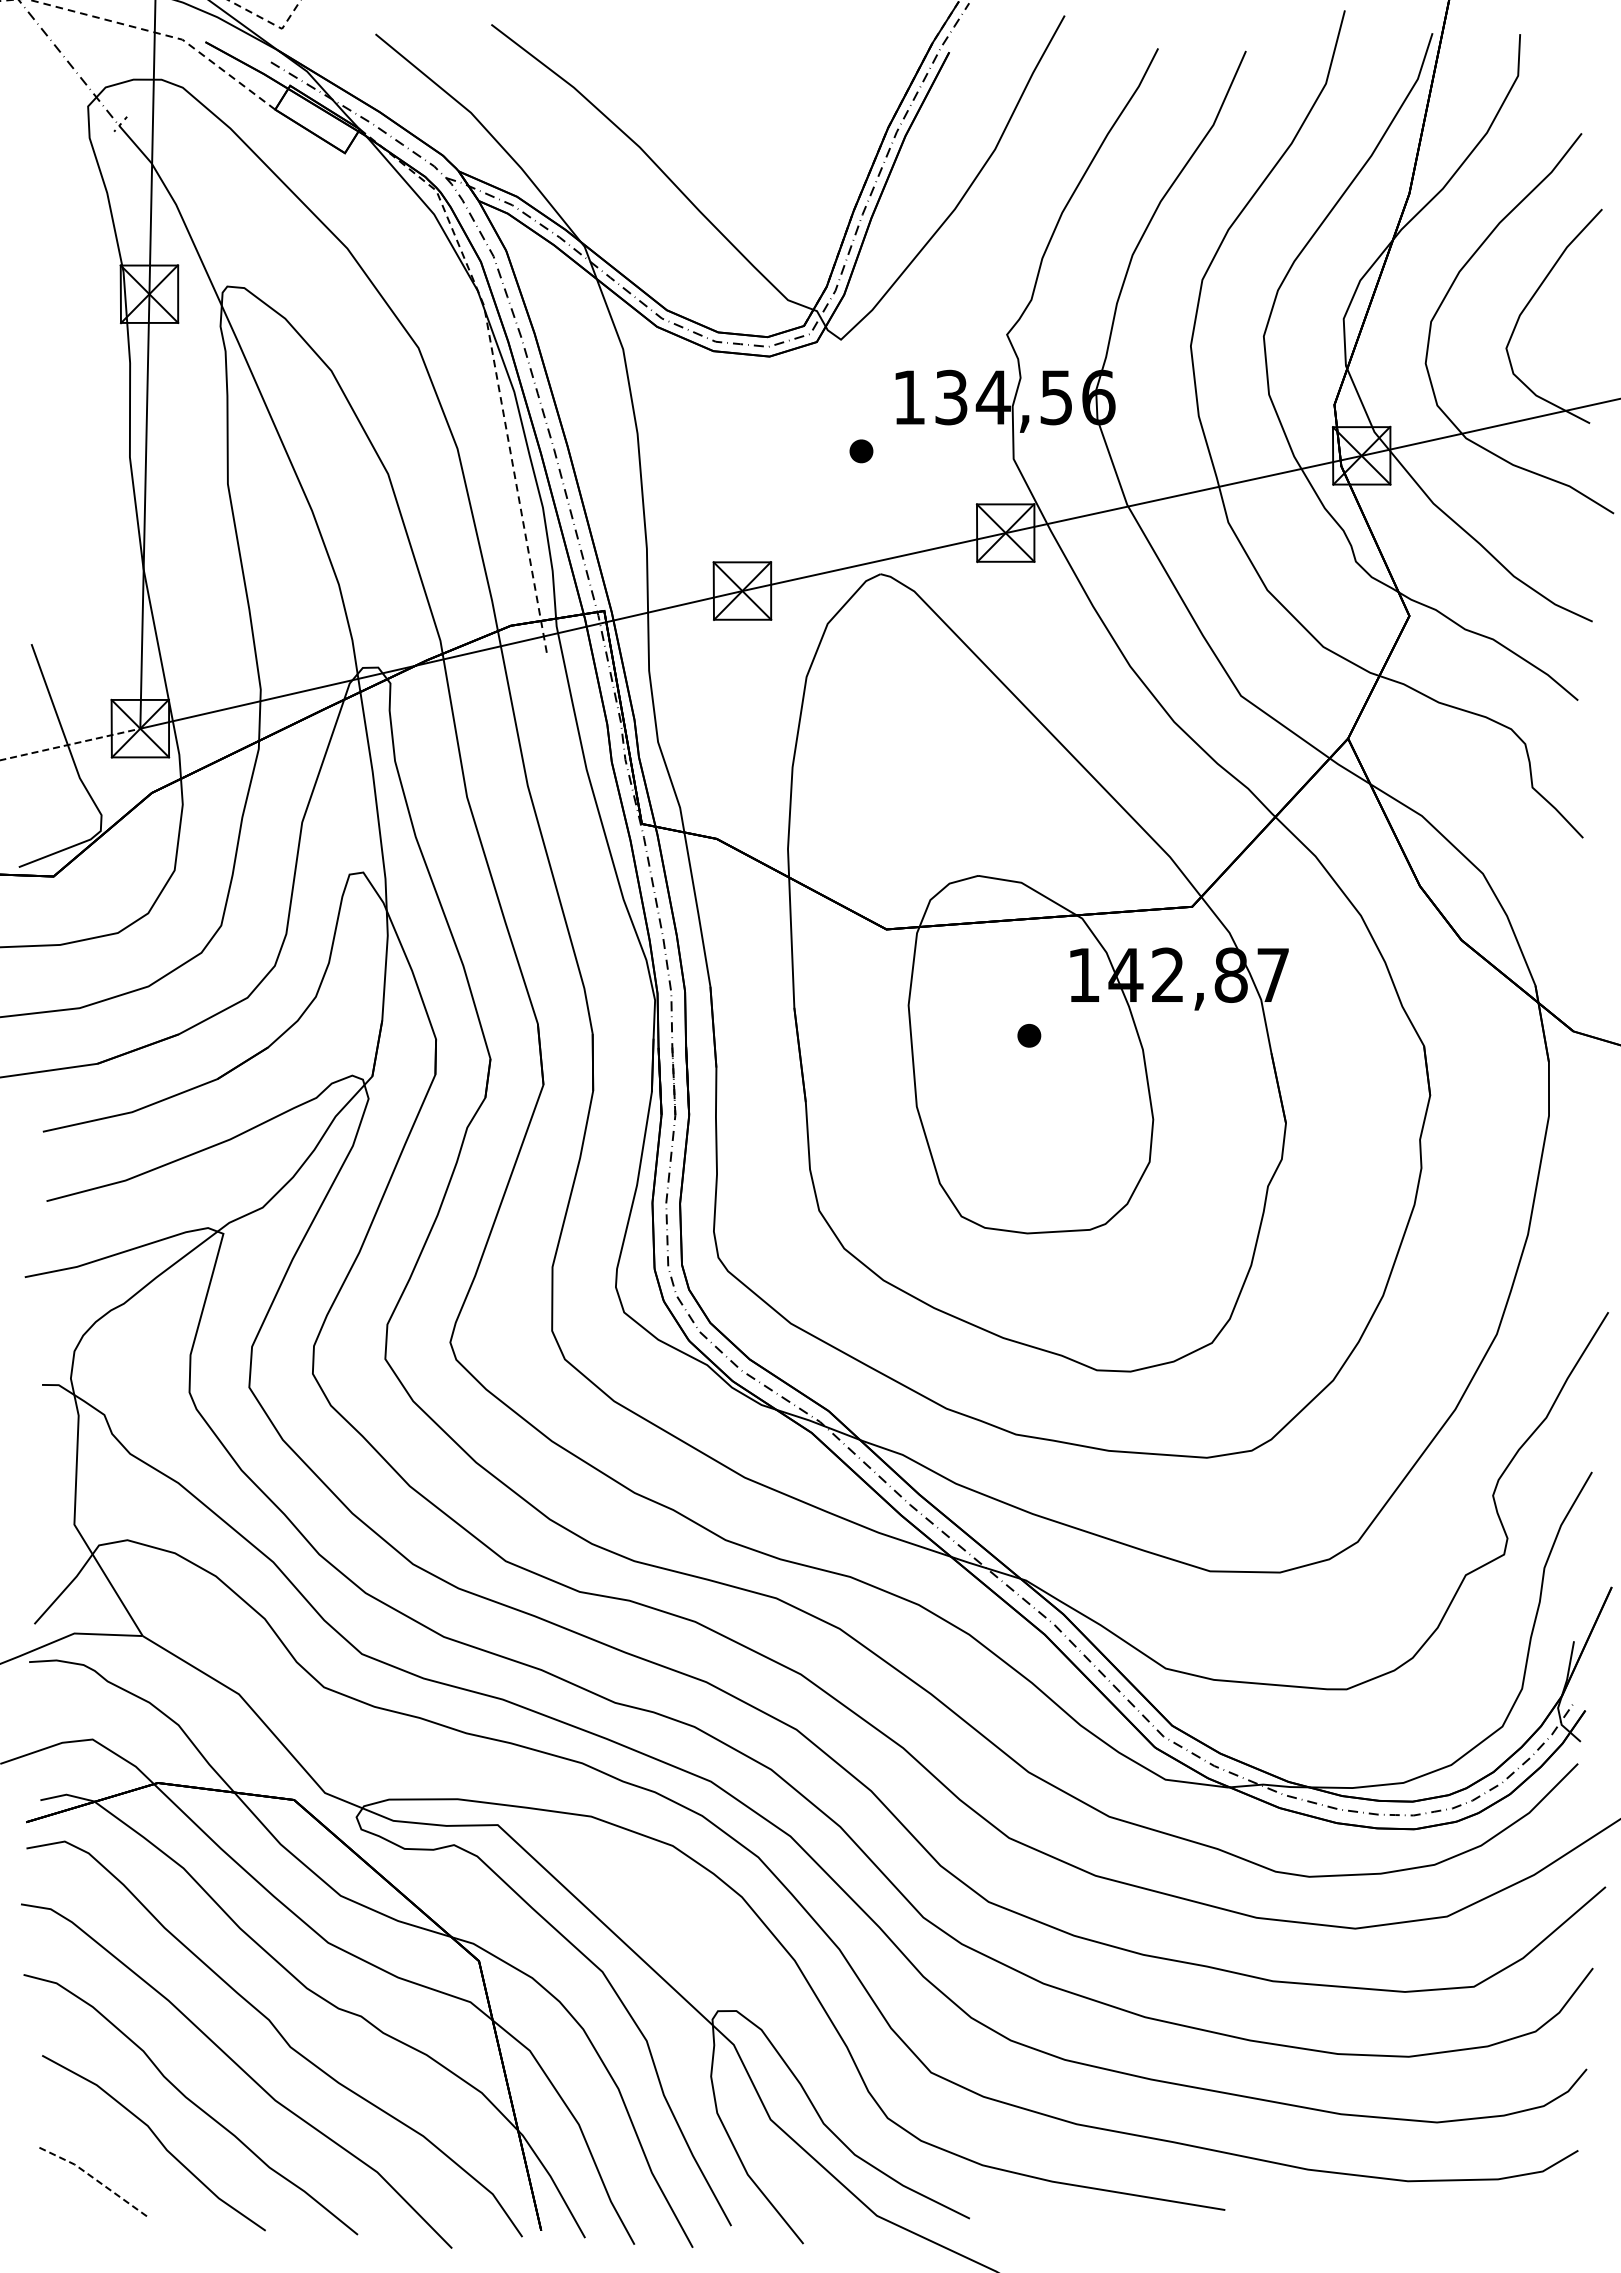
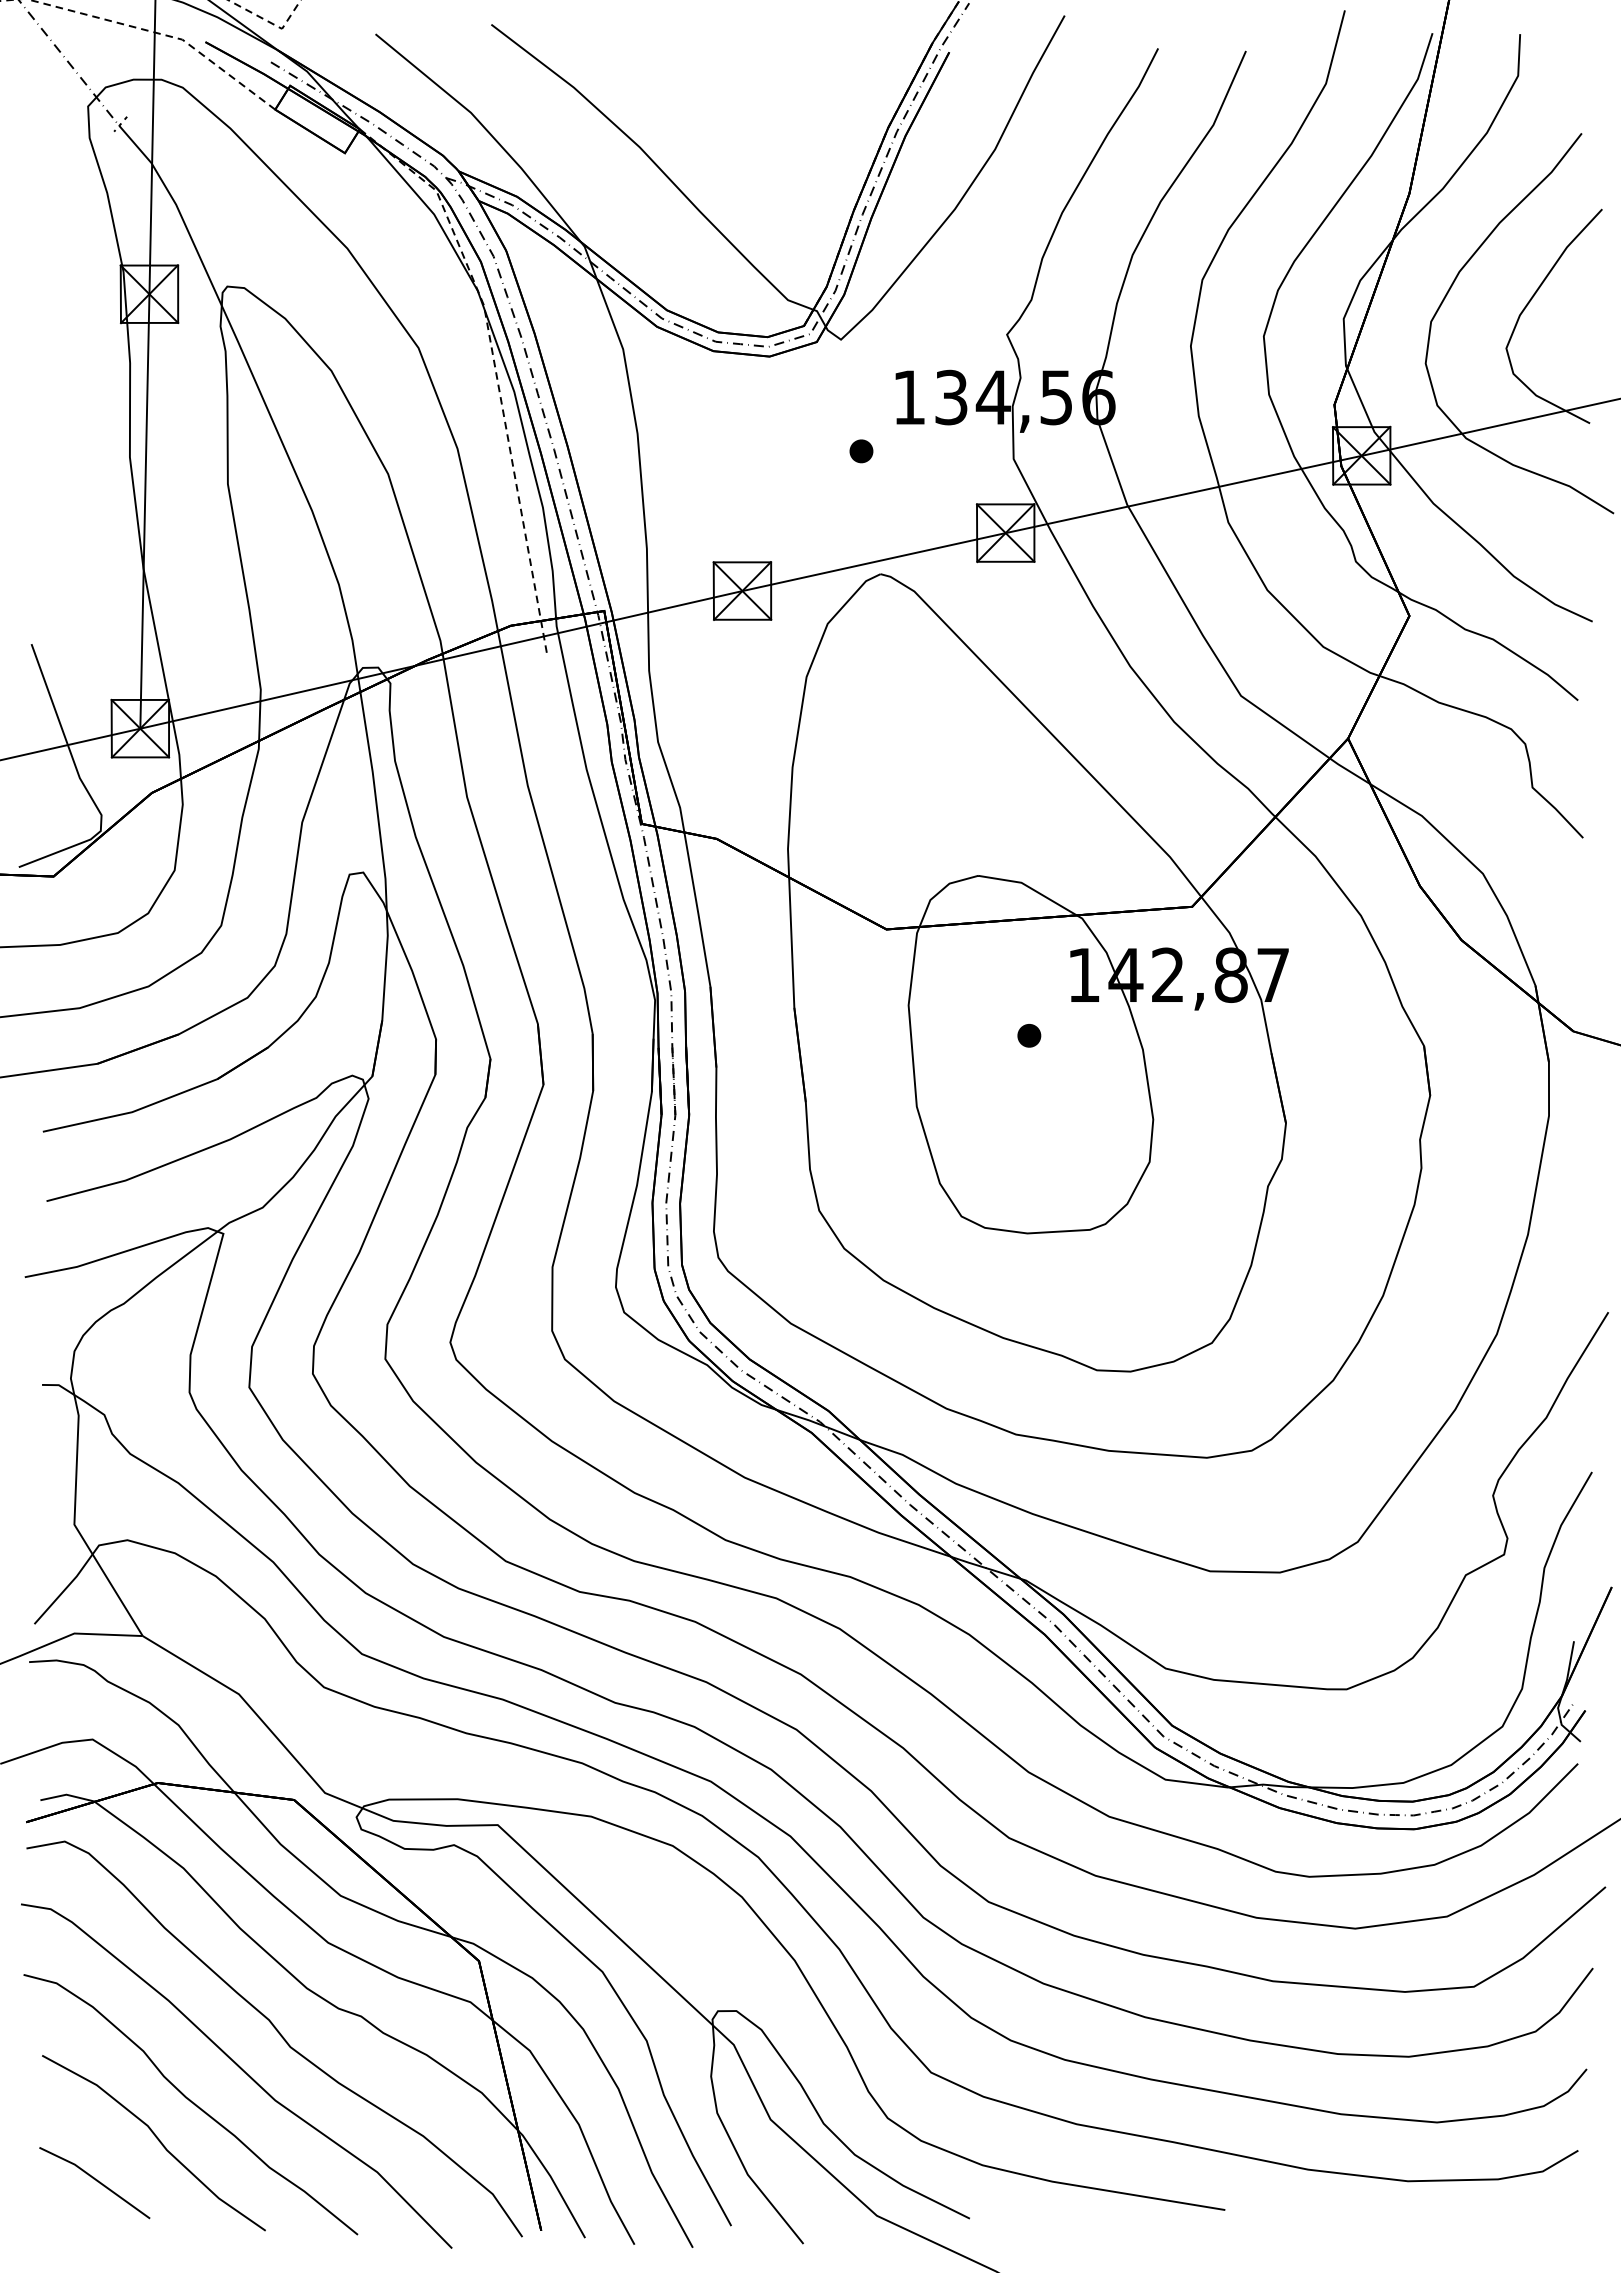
line at (71, 744): dashed -> solid
line at (95, 2179): dashed -> solid
